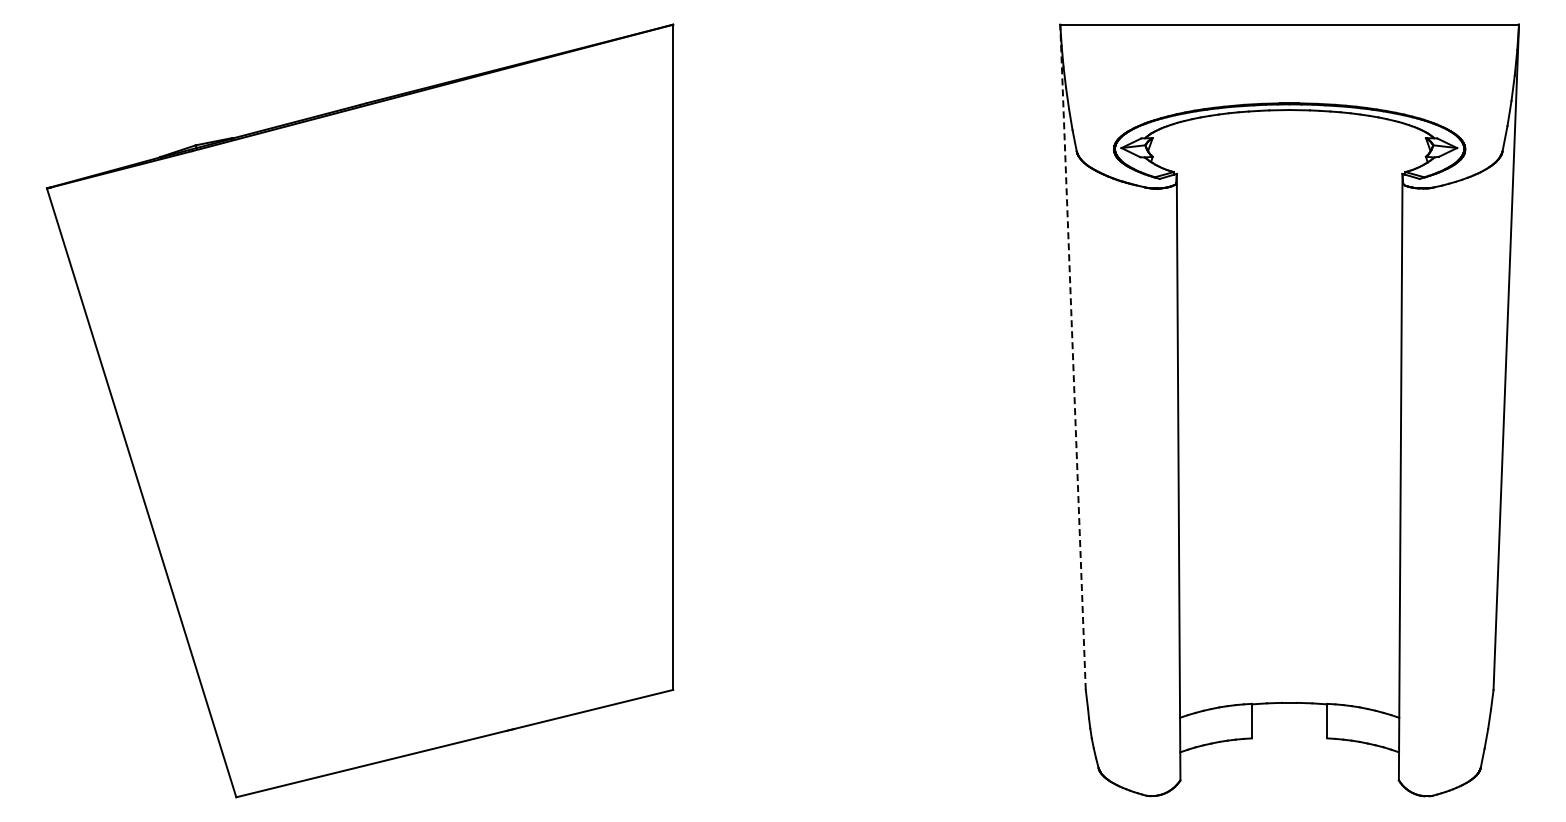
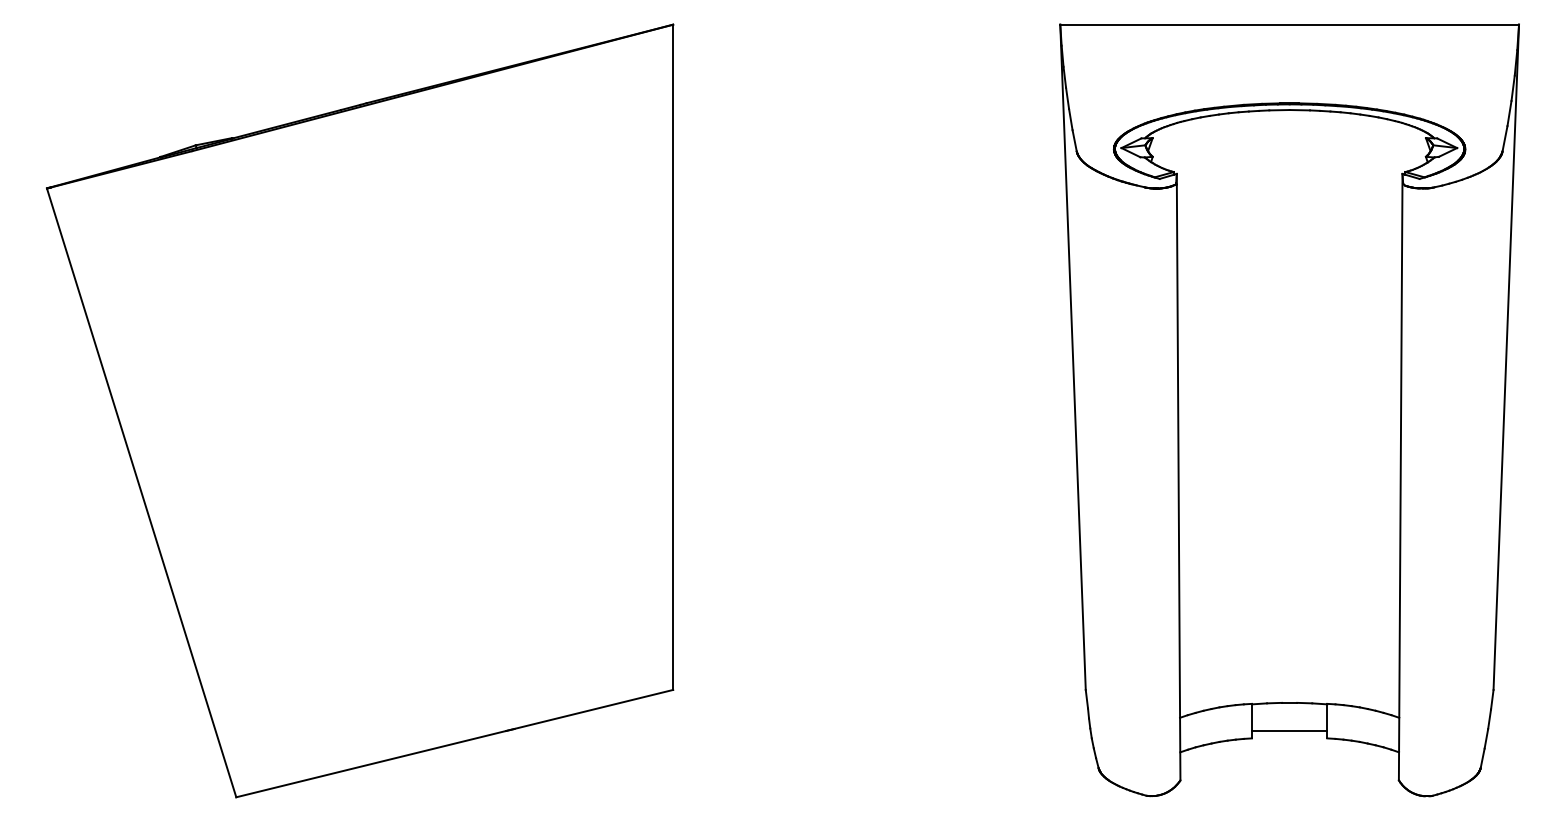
line at (1073, 357): dashed -> solid
line at (1289, 730): none -> present
